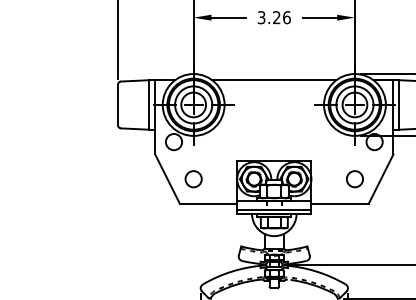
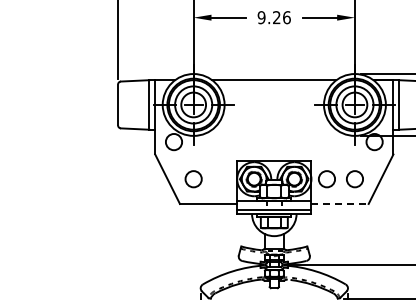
text at (261, 17): 3.26 -> 9.26
circle at (326, 179): none -> present
line at (340, 203): solid -> dashed
